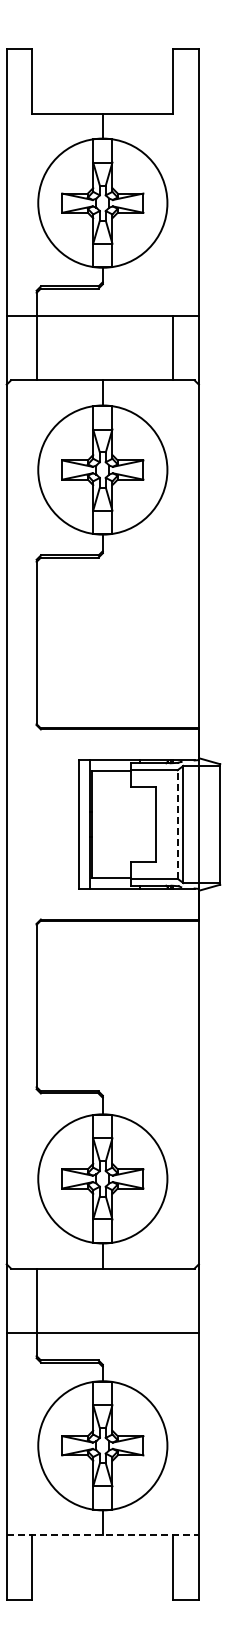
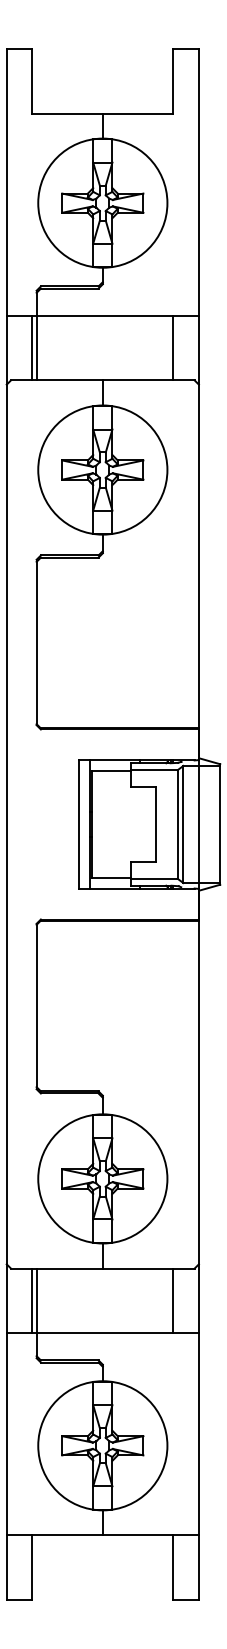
line at (32, 348): none -> present
line at (177, 824): dashed -> solid
line at (32, 1300): none -> present
line at (173, 1300): none -> present
line at (103, 1535): dashed -> solid
